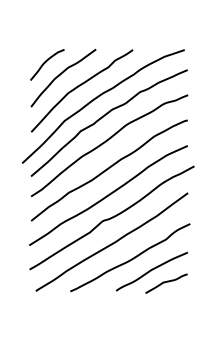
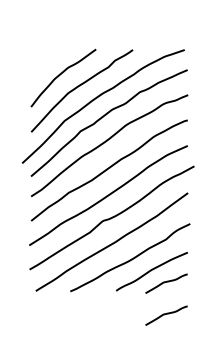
curve at (46, 62): present -> none
curve at (166, 314): none -> present
